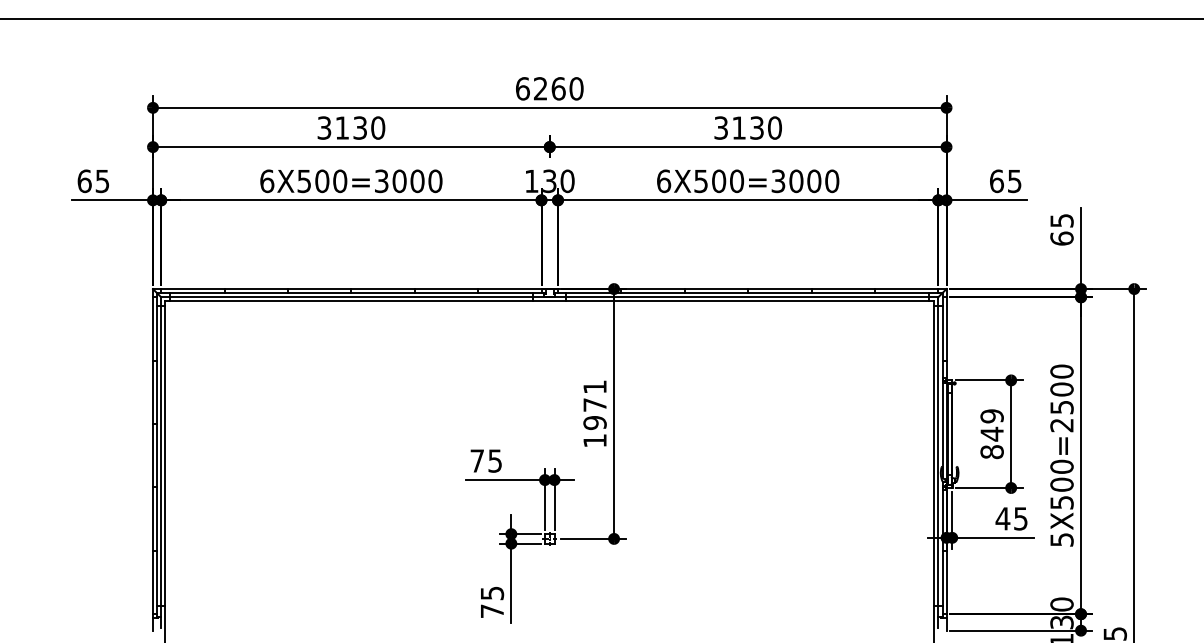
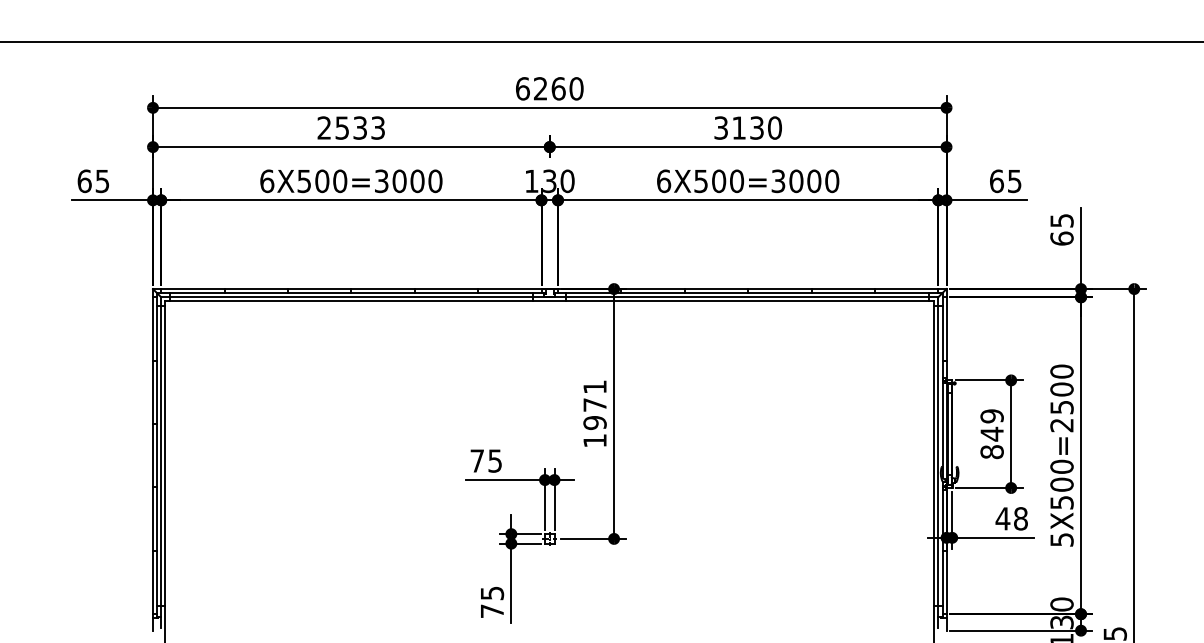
line at (601, 19) position: (601, 19) -> (601, 42)
text at (351, 127): 3130 -> 2533
text at (1020, 518): 45 -> 48
